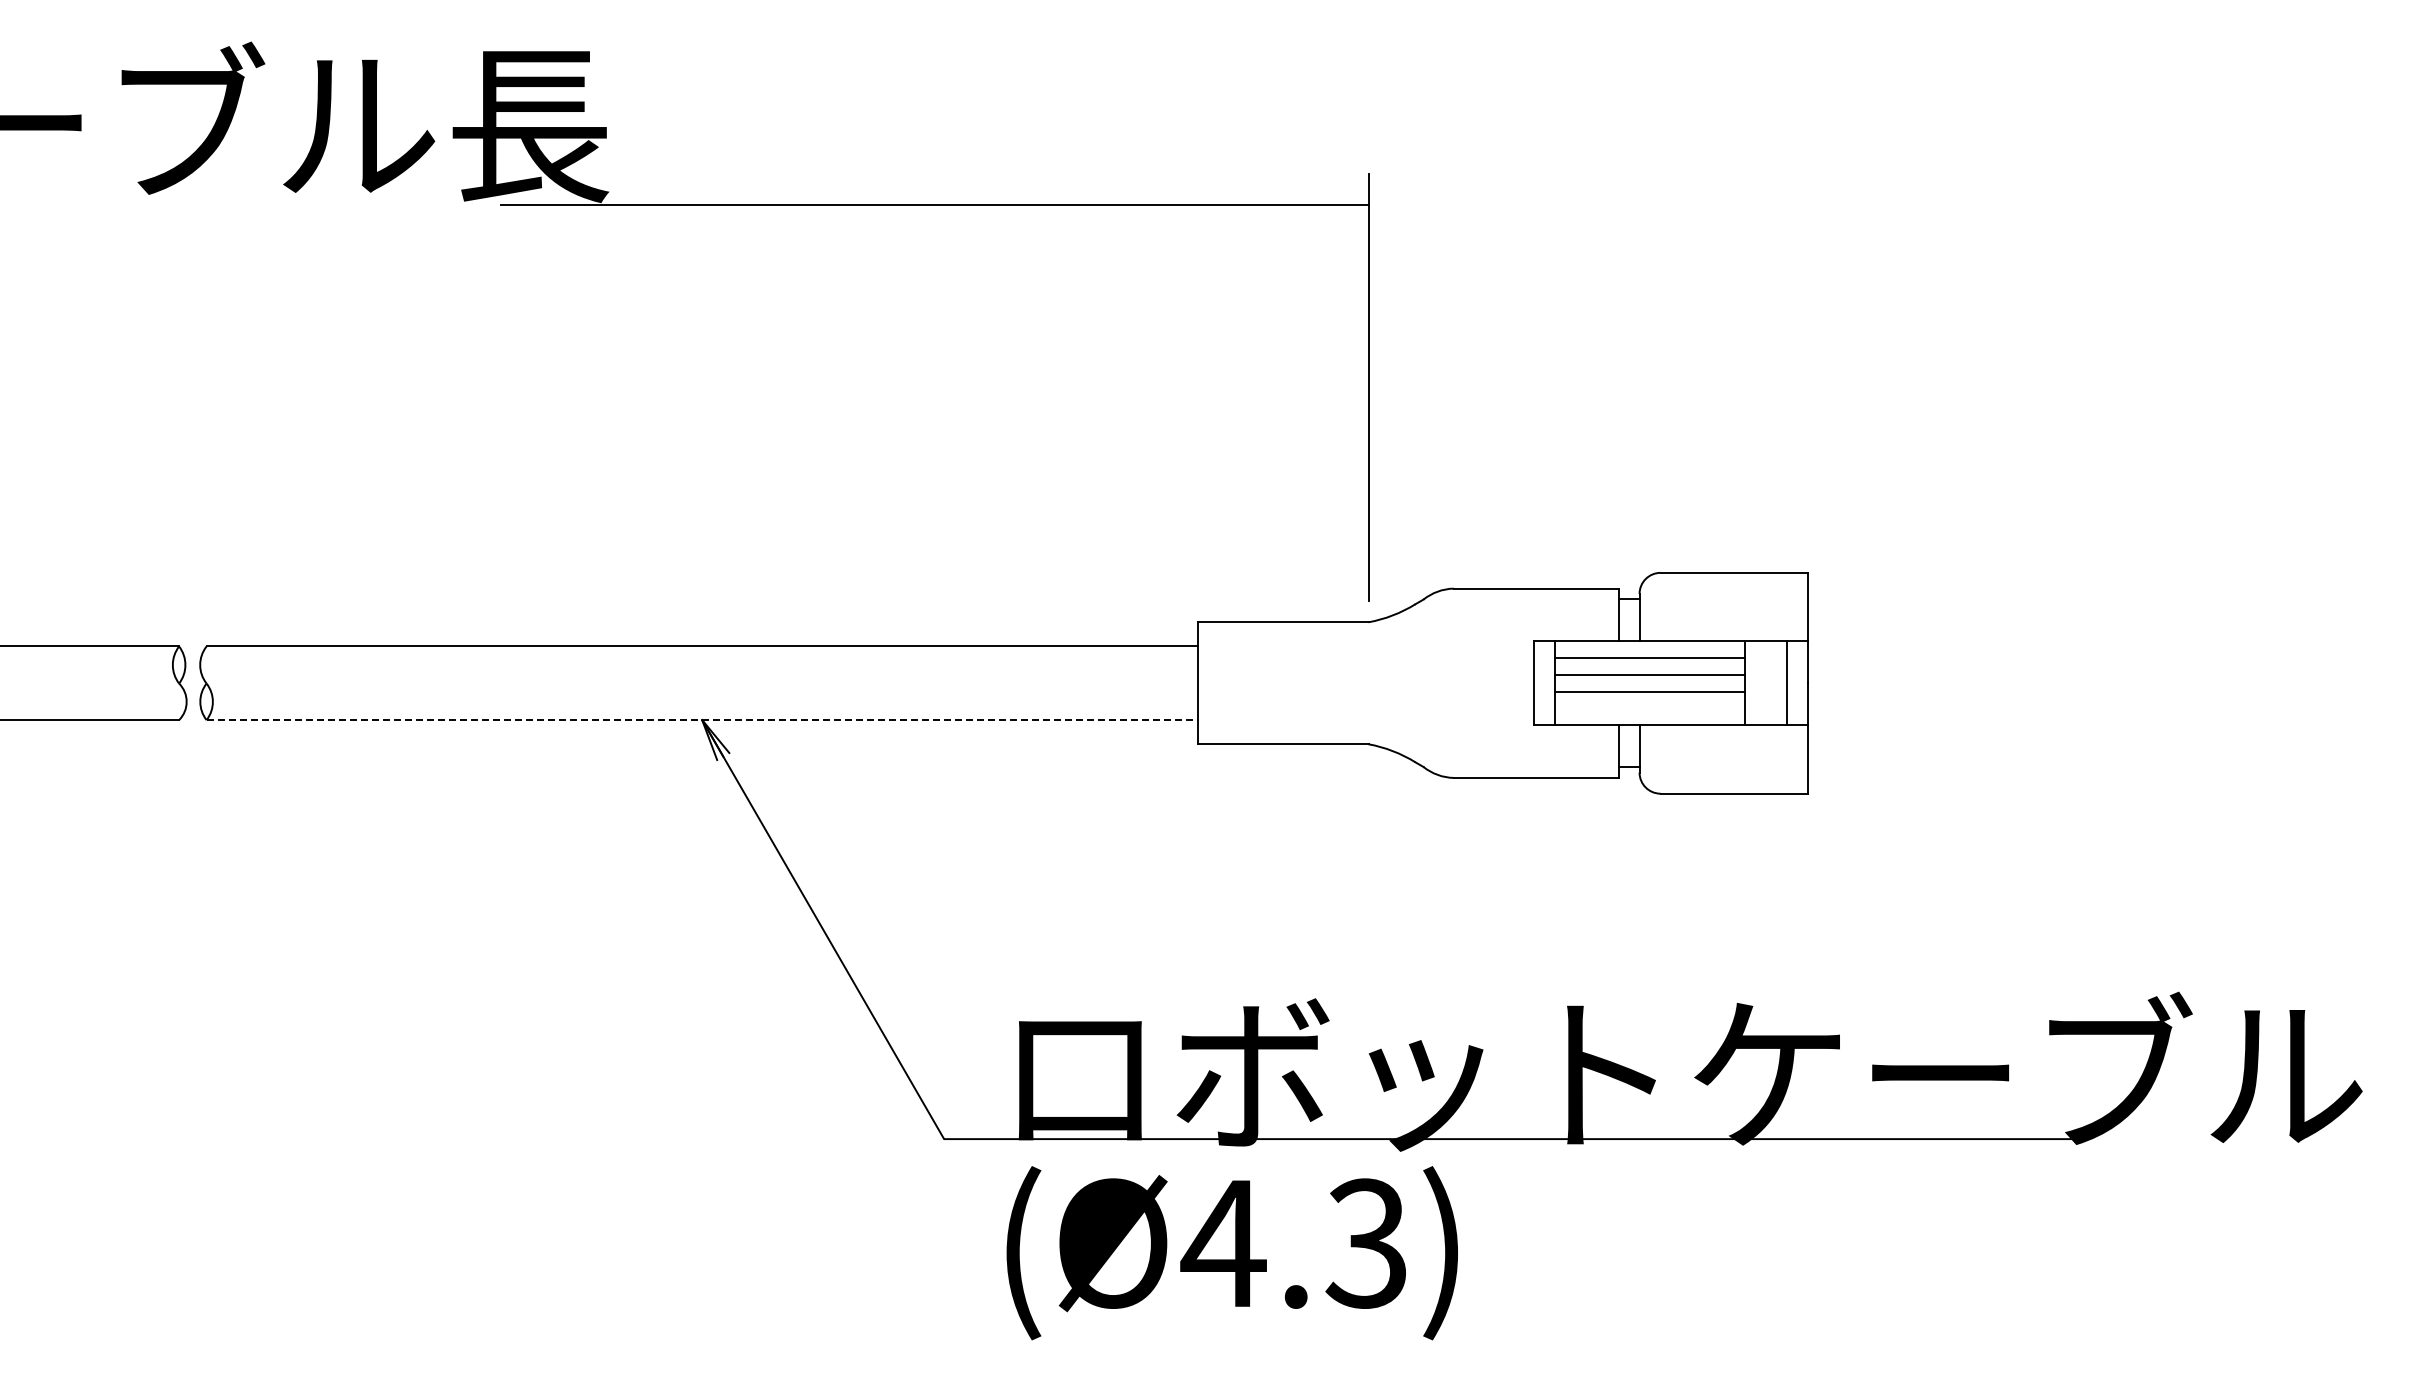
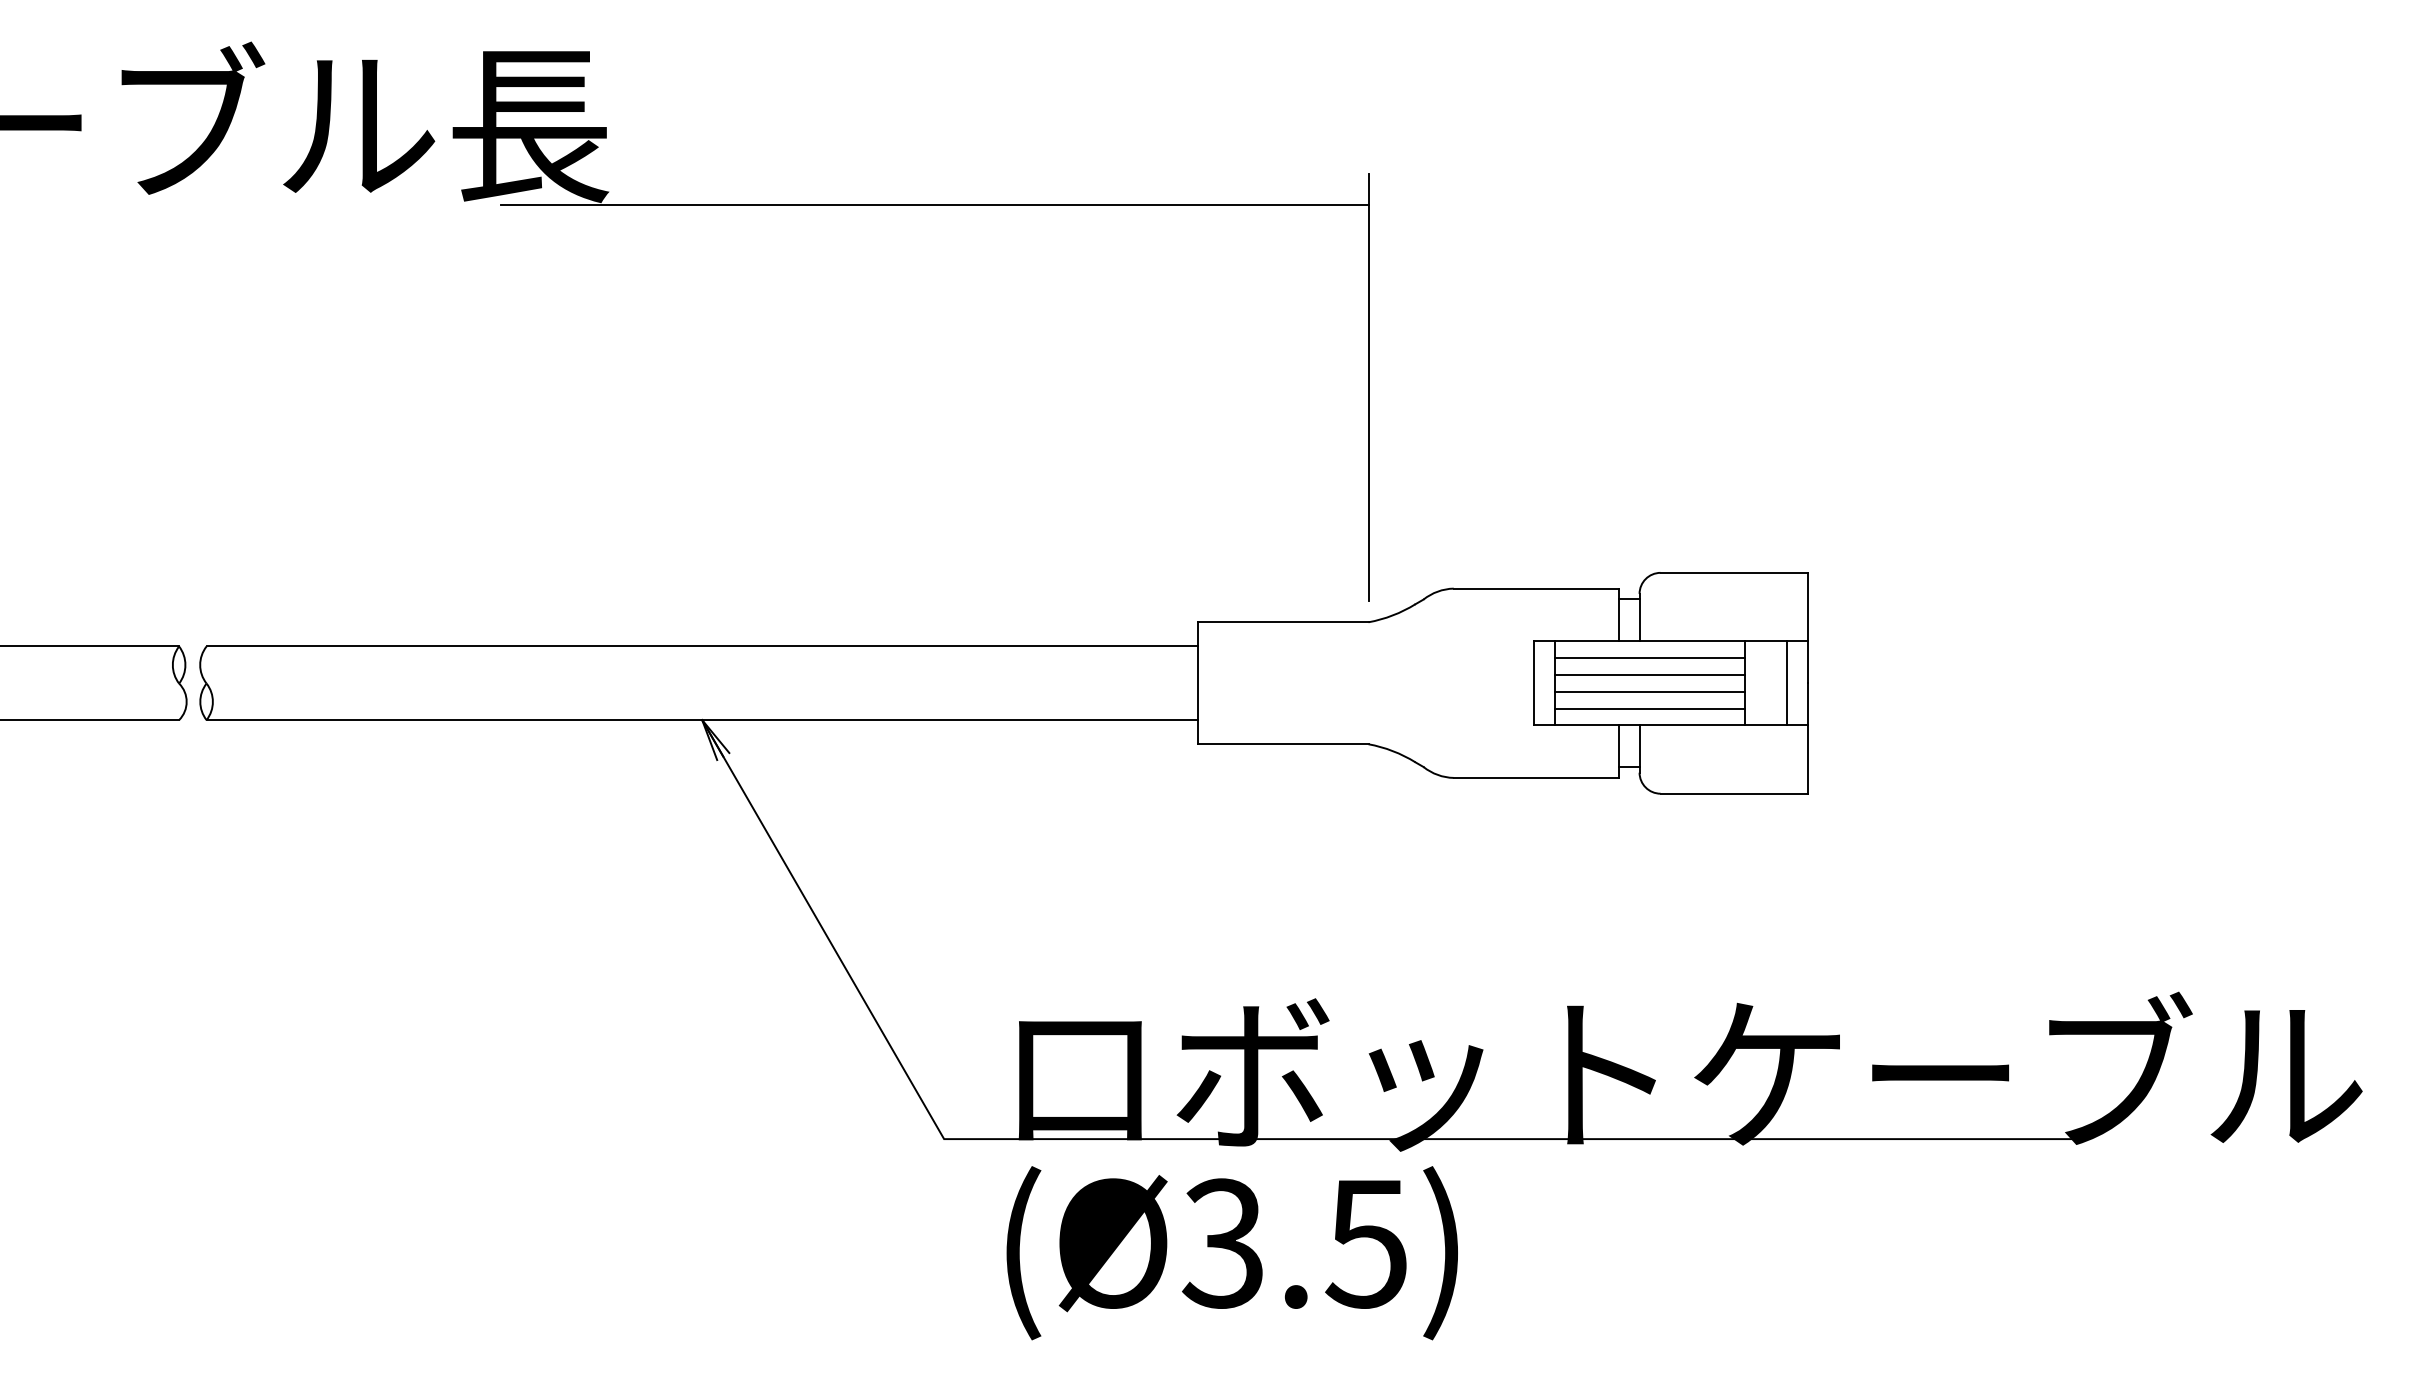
line at (1649, 708): none -> present
line at (702, 720): dashed -> solid
text at (1293, 1243): (Ø4.3) -> (Ø3.5)
